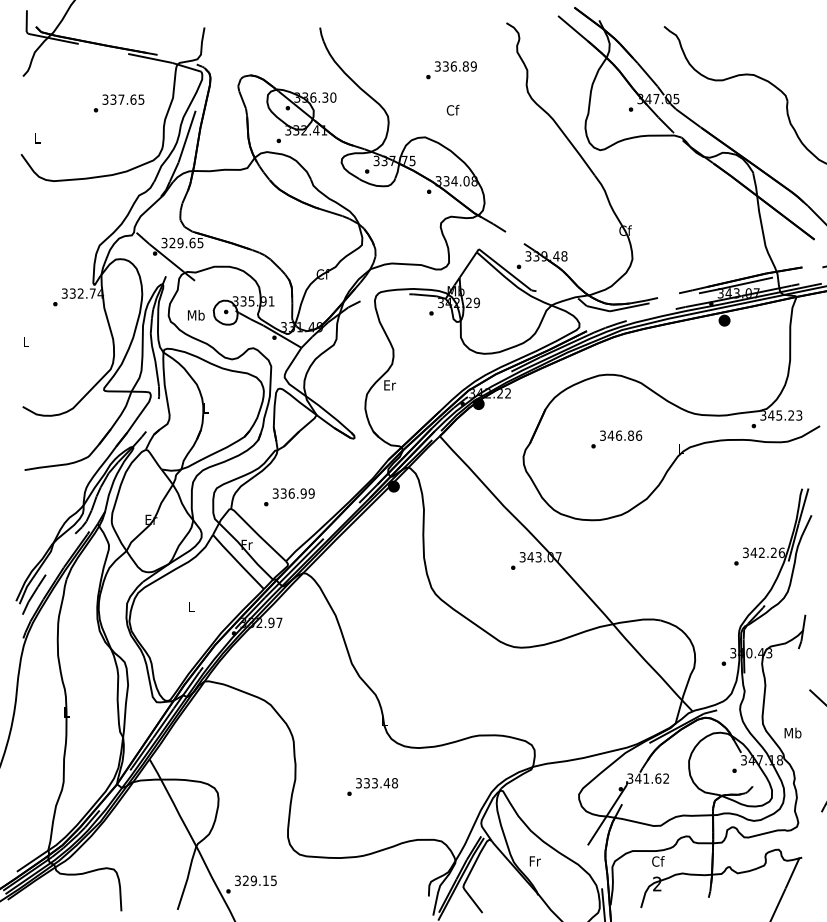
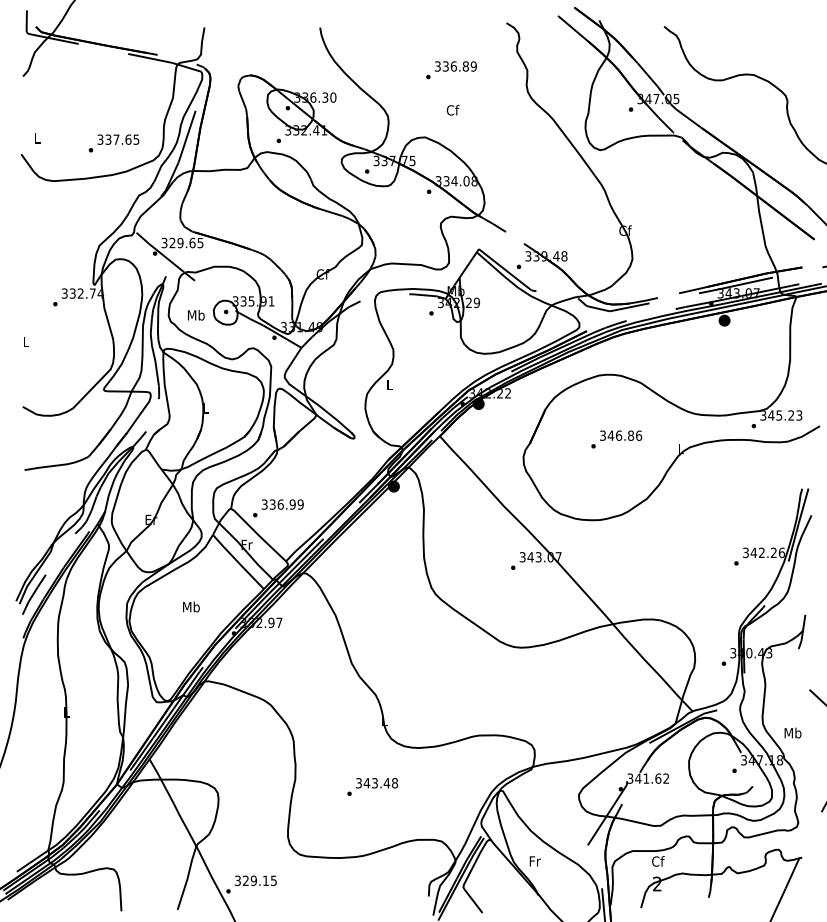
text at (118, 103) position: (118, 103) -> (113, 143)
text at (390, 385): Er -> L
text at (289, 497) position: (289, 497) -> (278, 508)
text at (191, 606): L -> Mb
text at (366, 783): 333.48 -> 343.48
